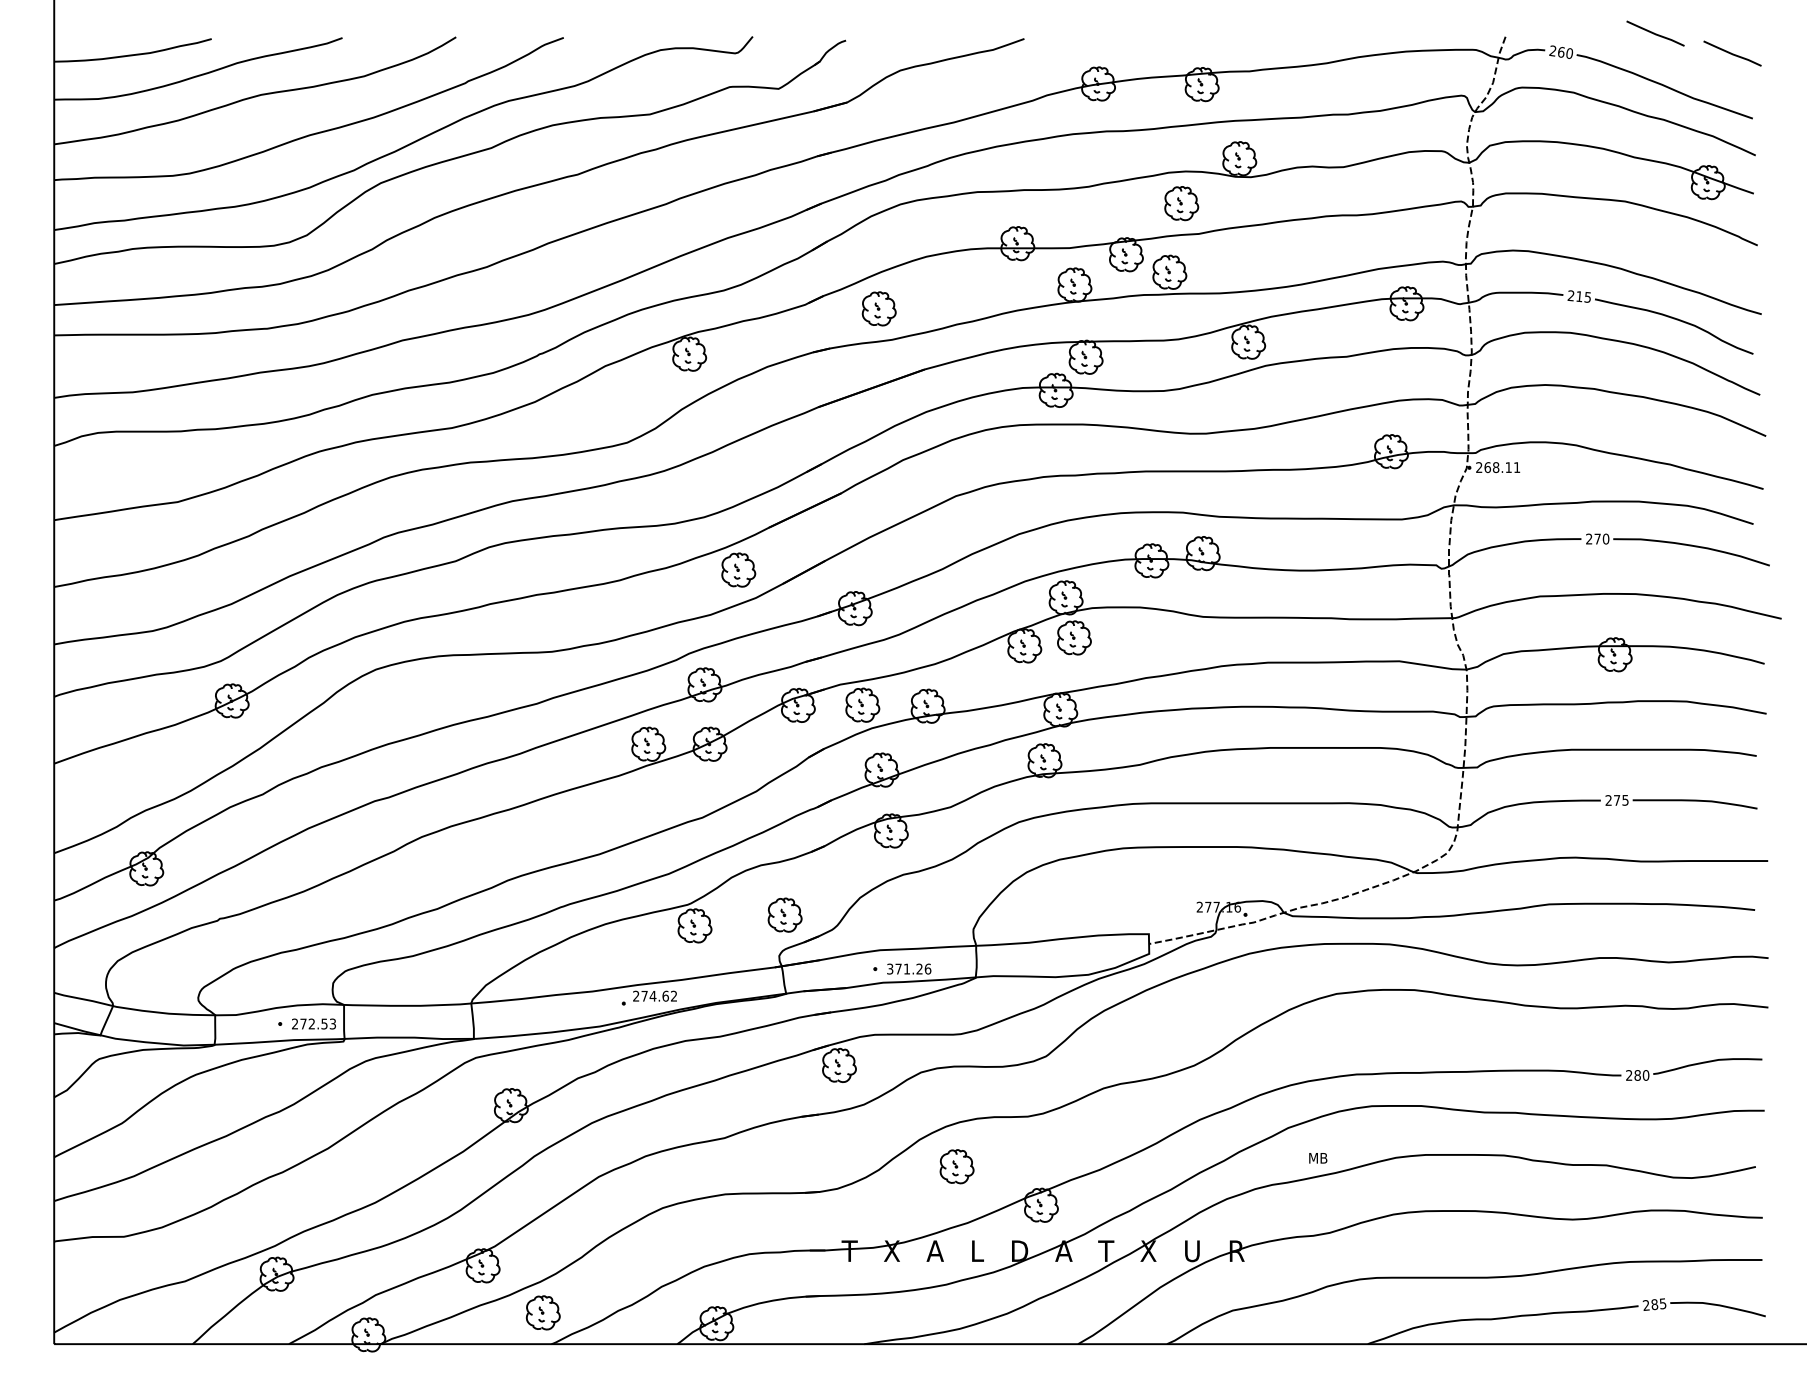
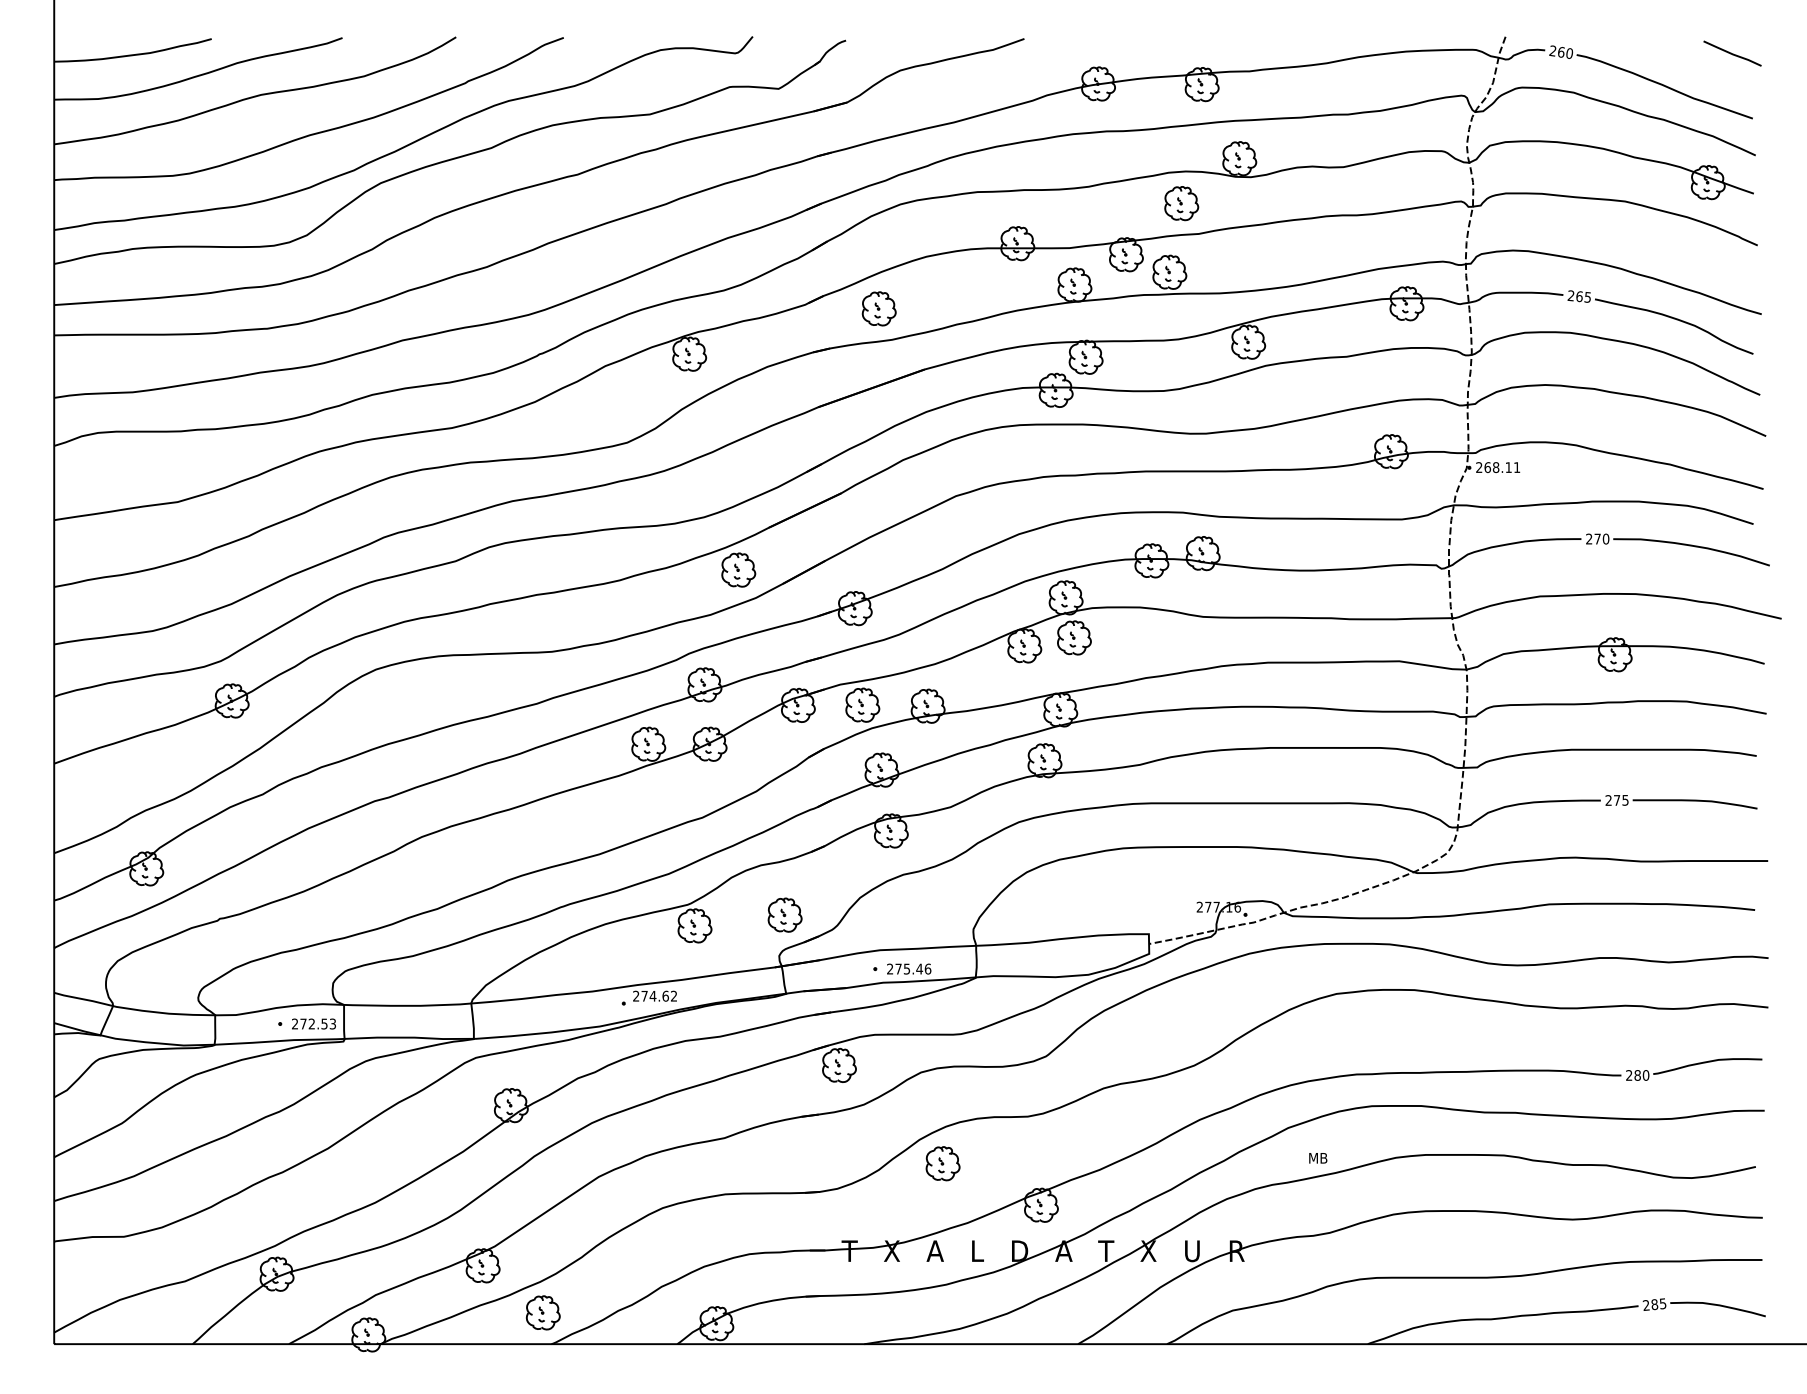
line at (1655, 33): present -> none
text at (1579, 296): 215 -> 265
text at (905, 968): 371.26 -> 275.46
part at (956, 1166) position: (956, 1166) -> (942, 1163)
